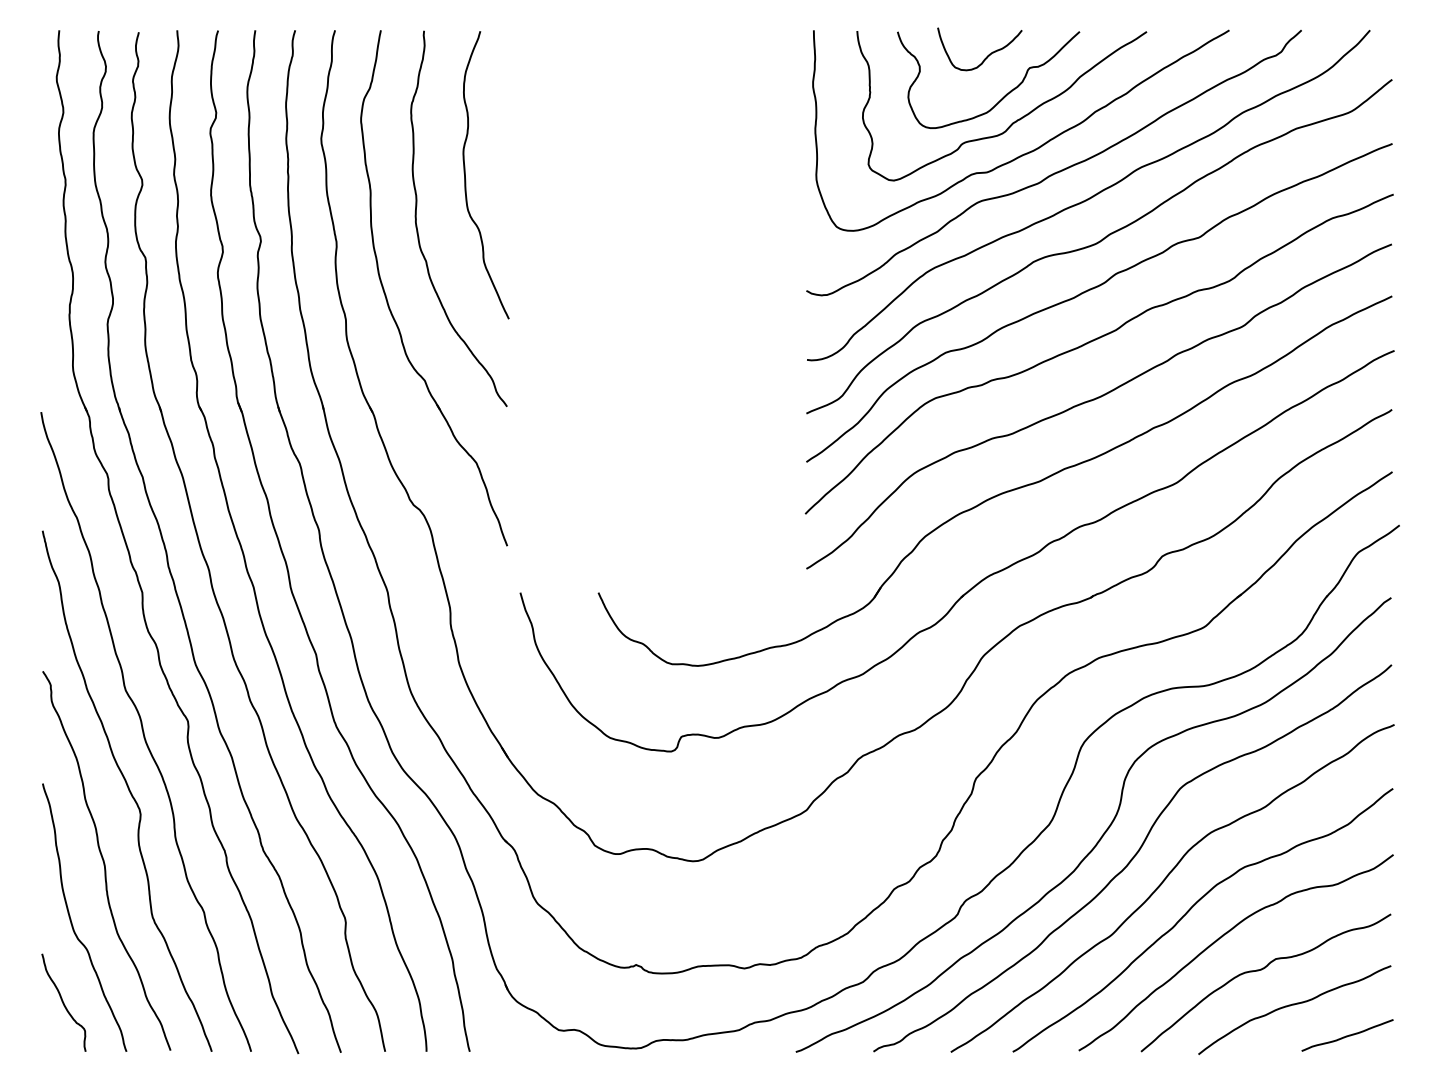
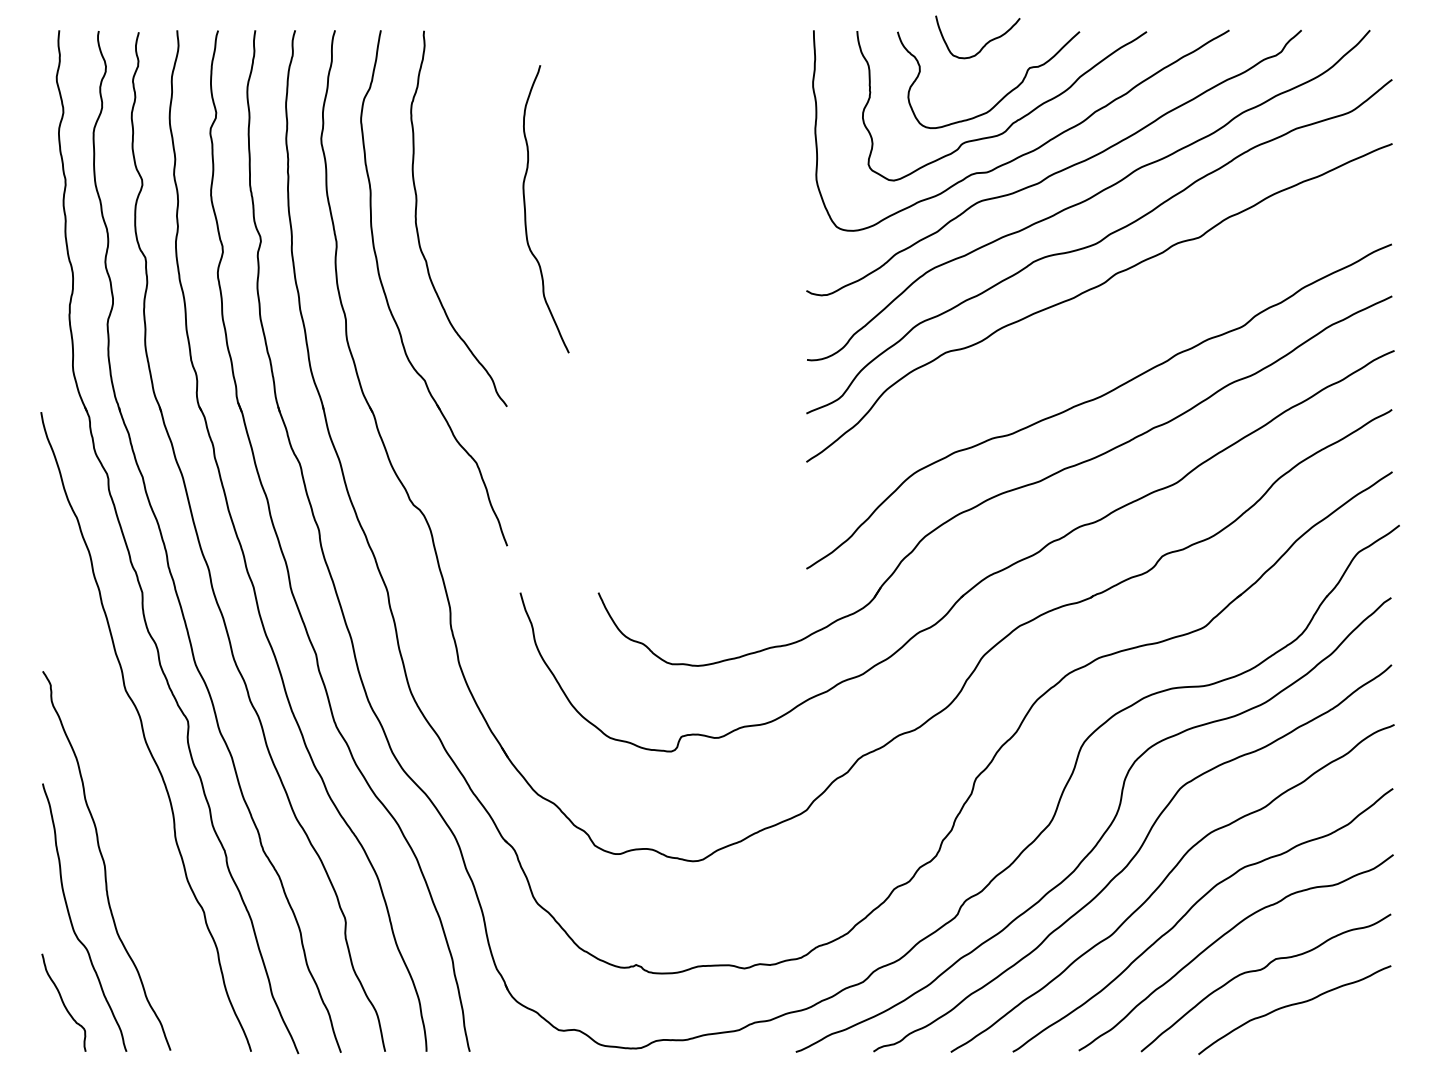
curve at (986, 56) position: (986, 56) -> (984, 44)
curve at (466, 179) position: (466, 179) -> (526, 213)
curve at (1093, 341): present -> none
curve at (128, 790): present -> none
curve at (1347, 1035): present -> none
